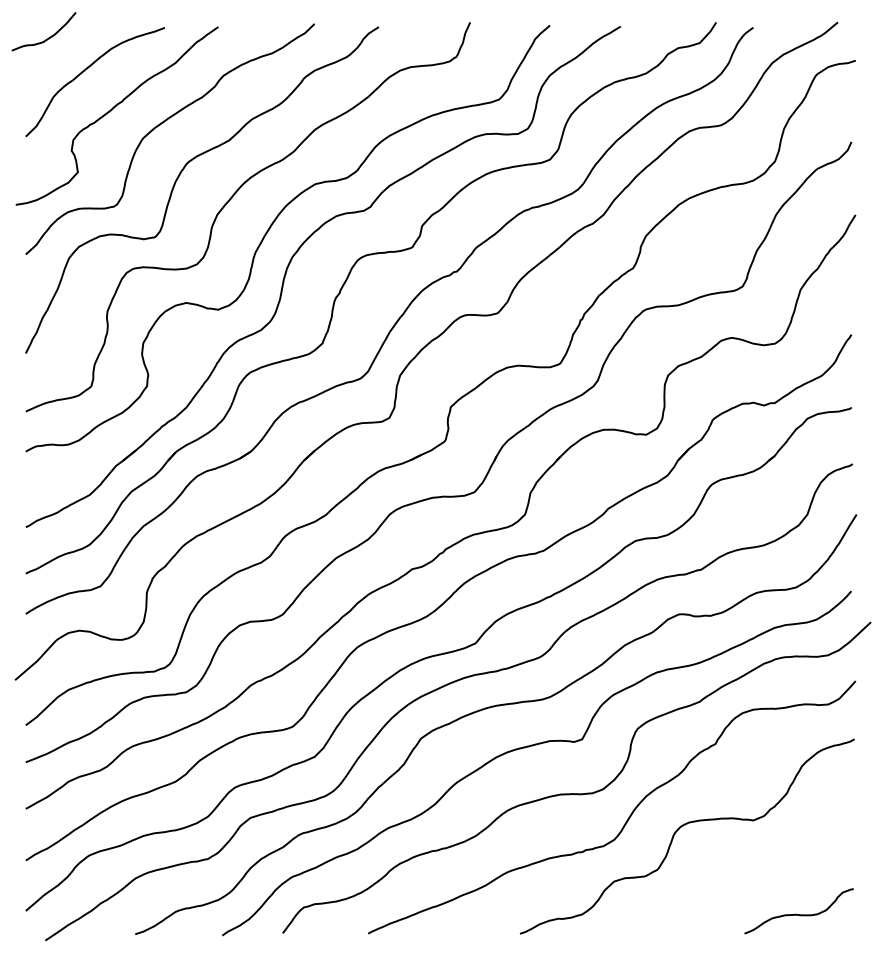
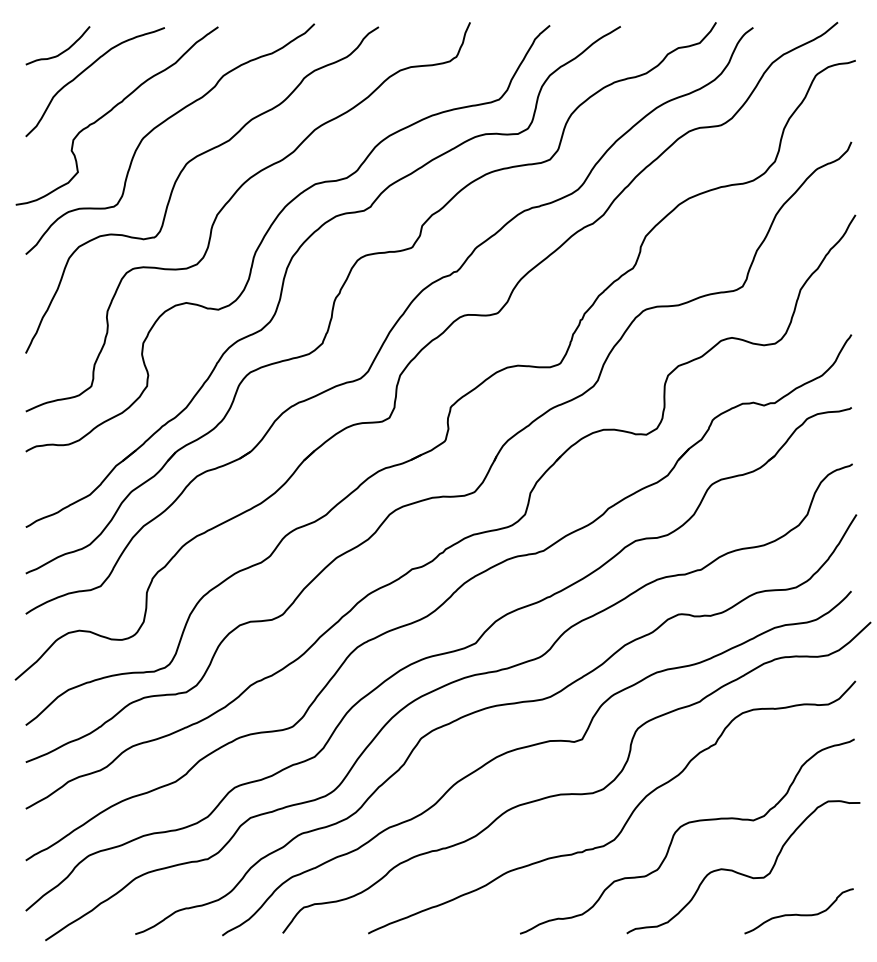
curve at (46, 38) position: (46, 38) -> (60, 52)
curve at (740, 872): none -> present
